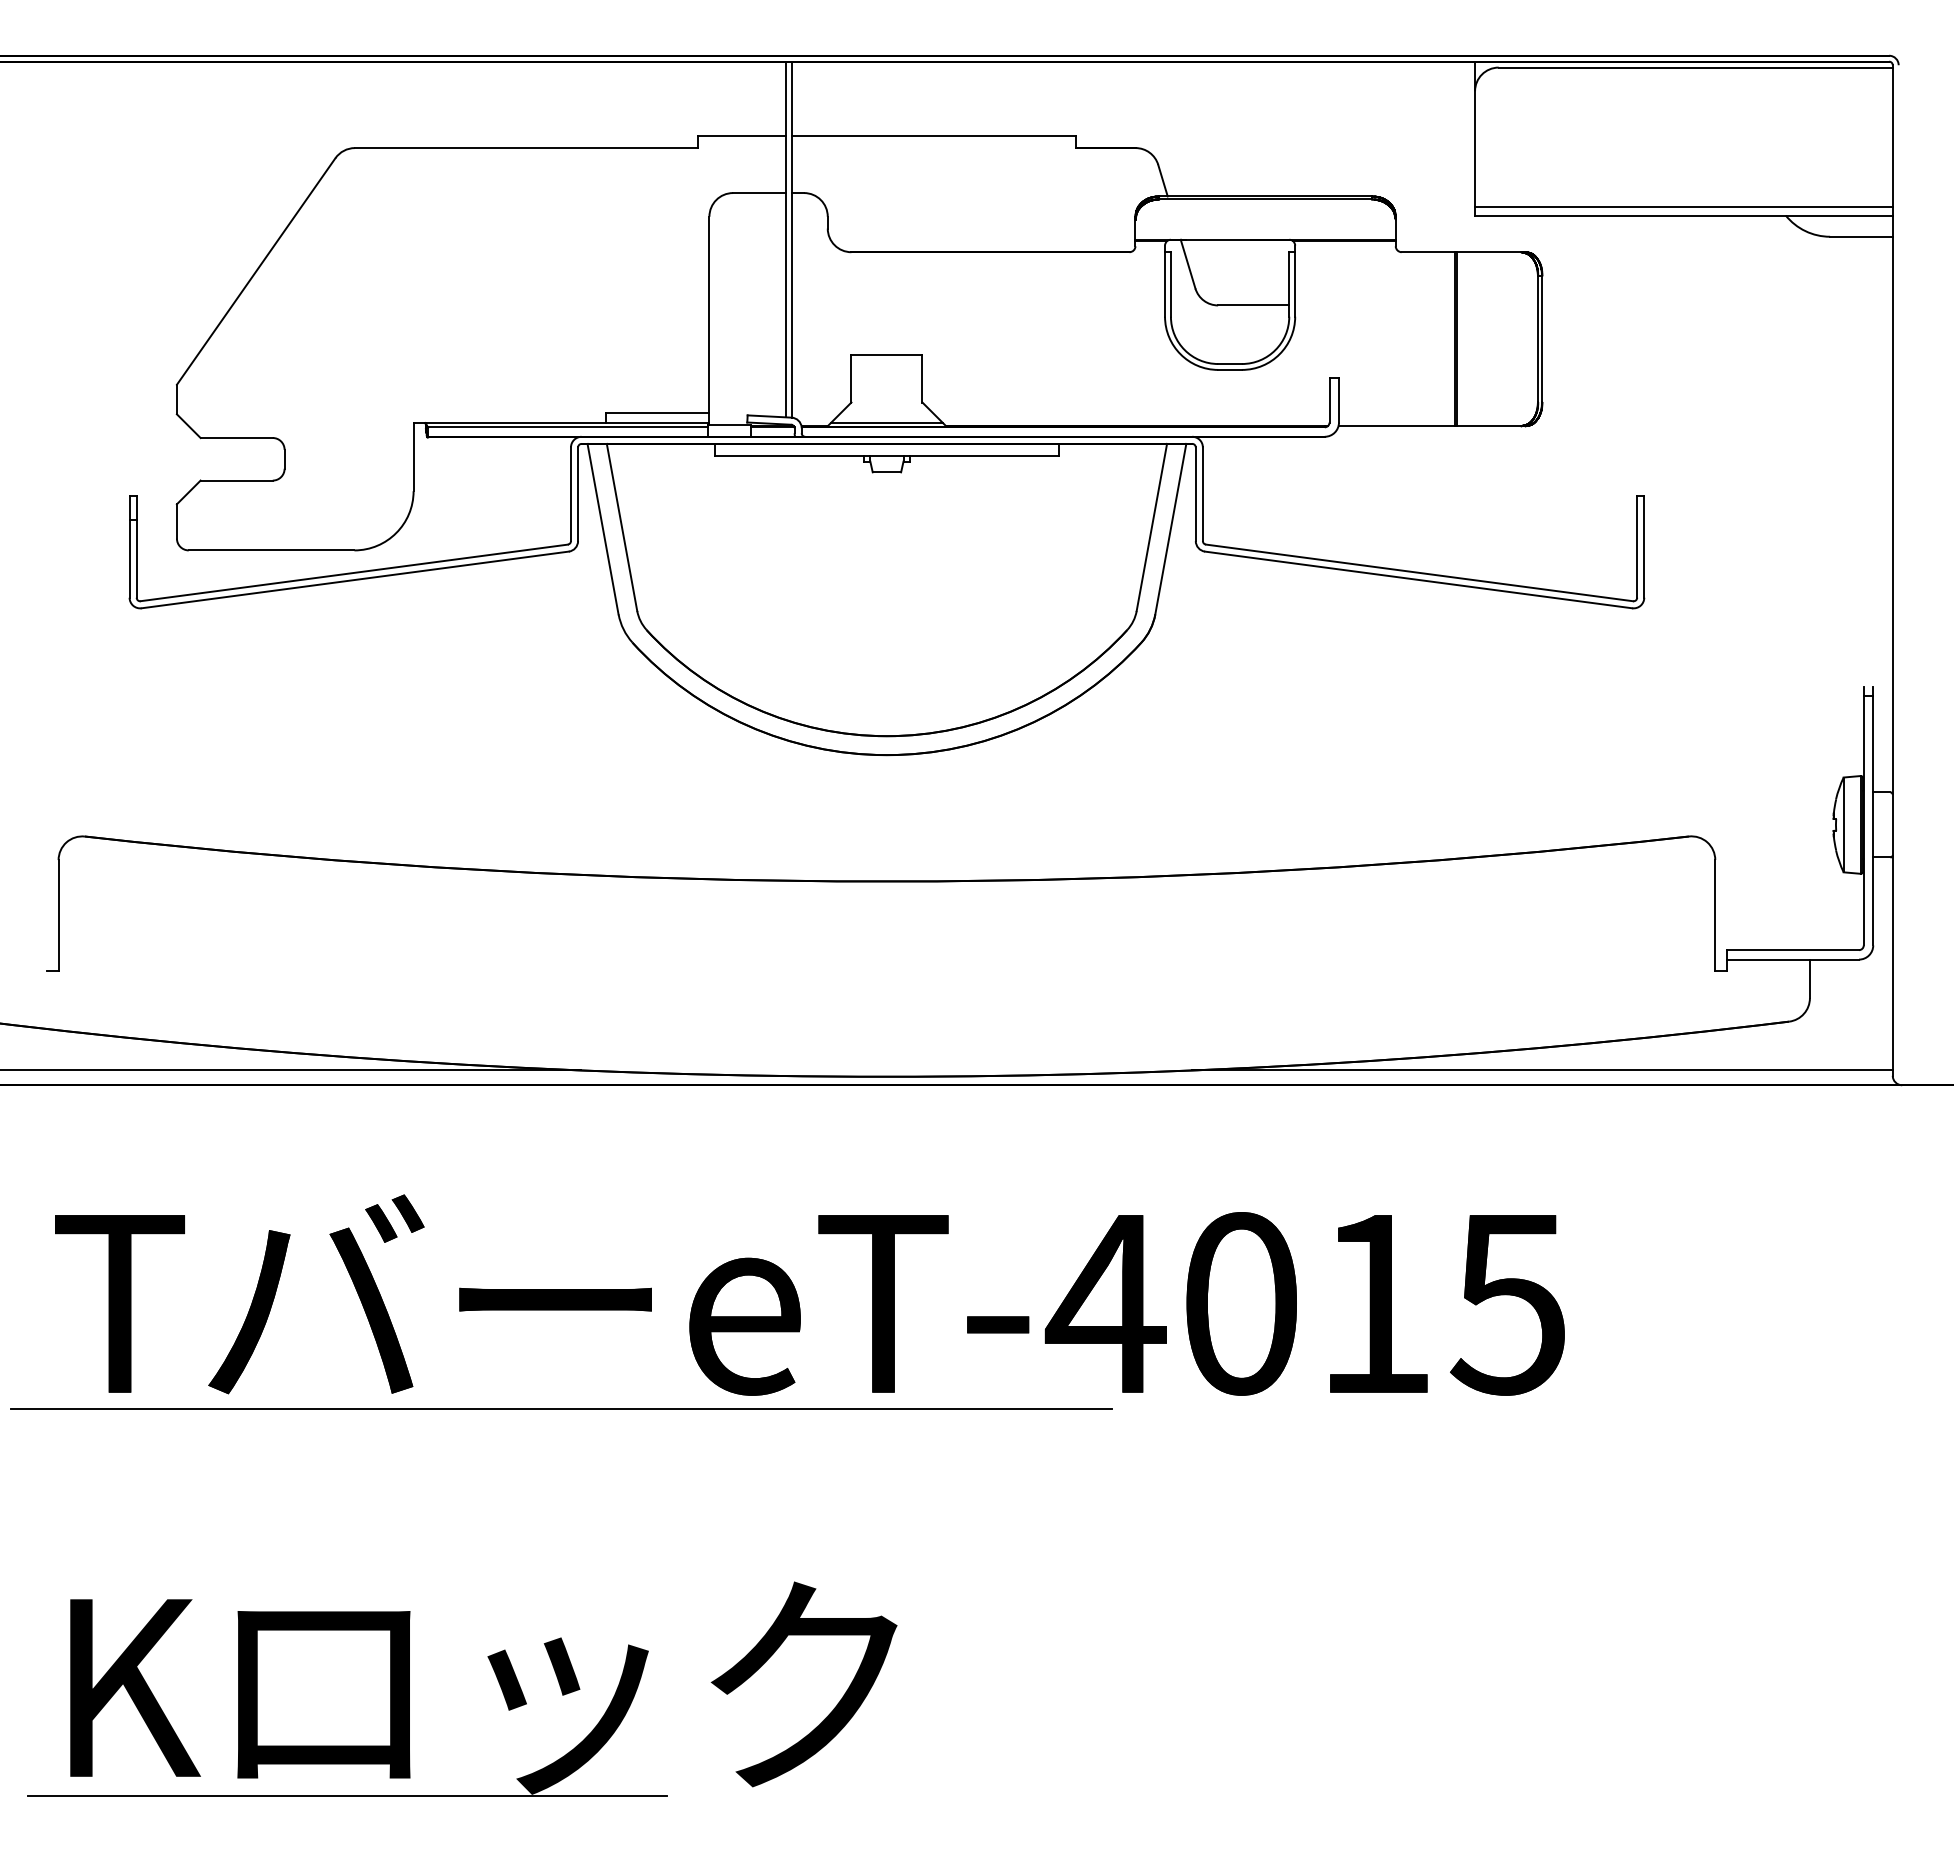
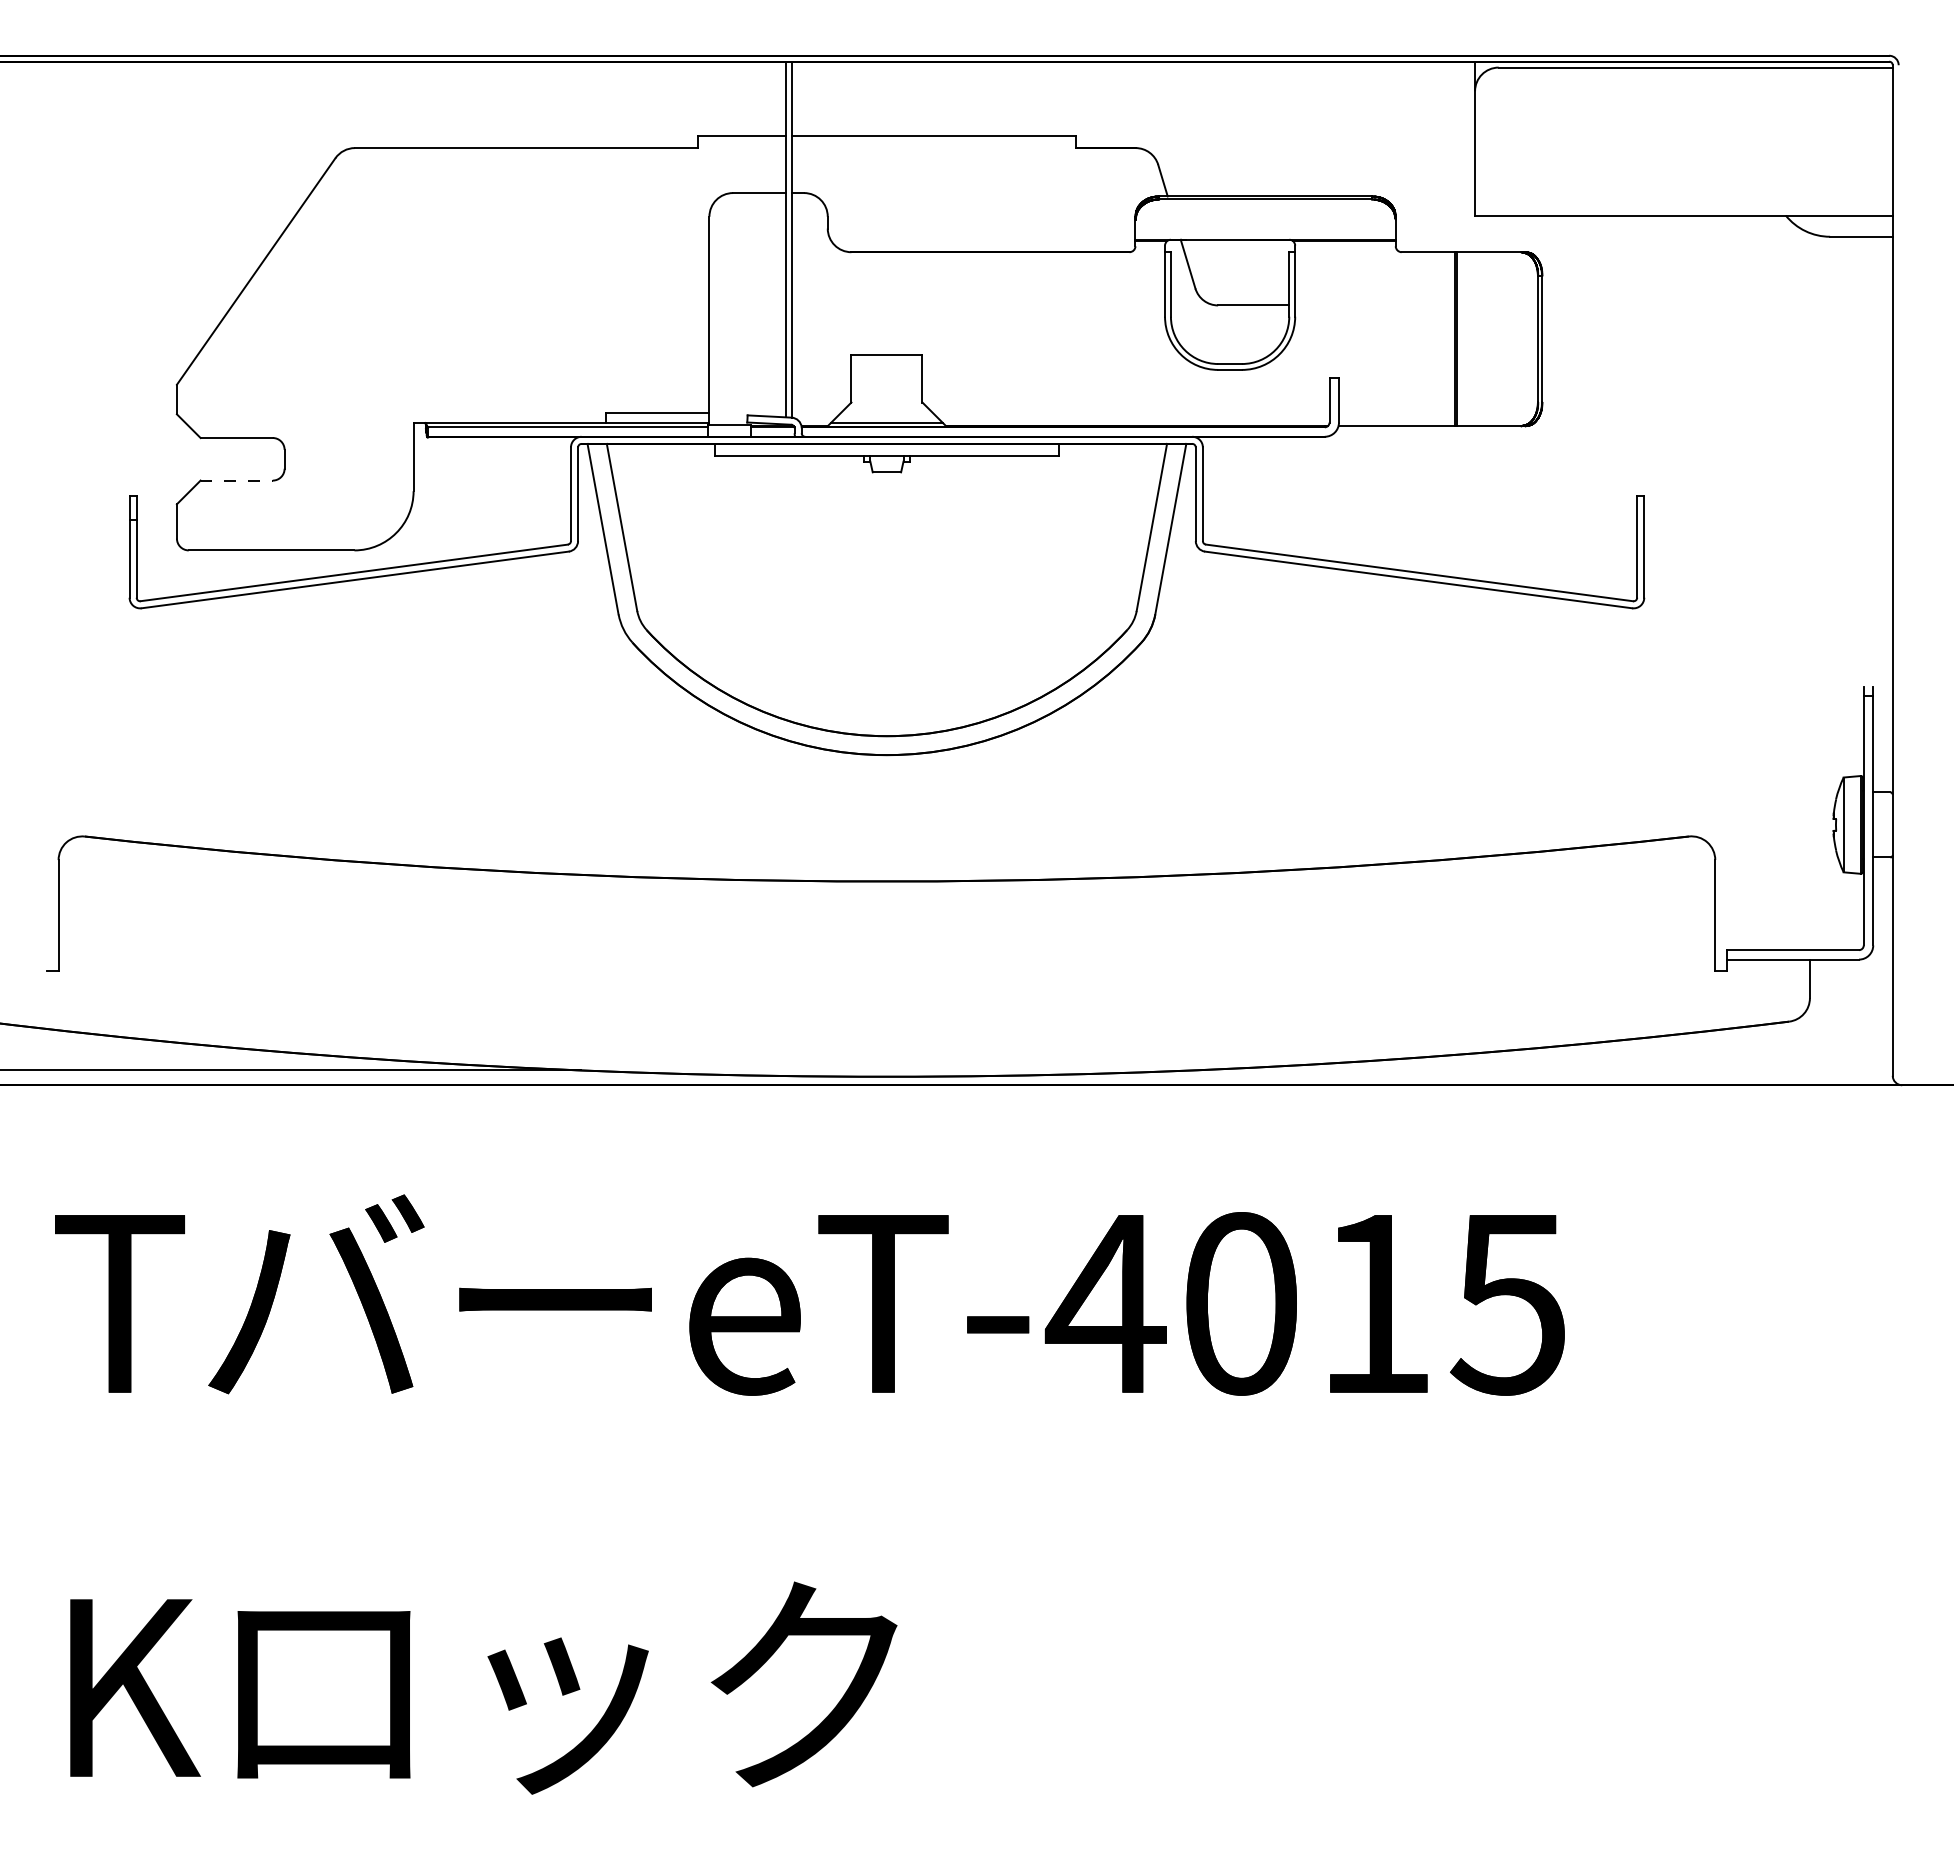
line at (1683, 206): present -> none
line at (237, 480): solid -> dashed
line at (1542, 1070): present -> none
line at (561, 1408): present -> none
line at (347, 1796): present -> none
